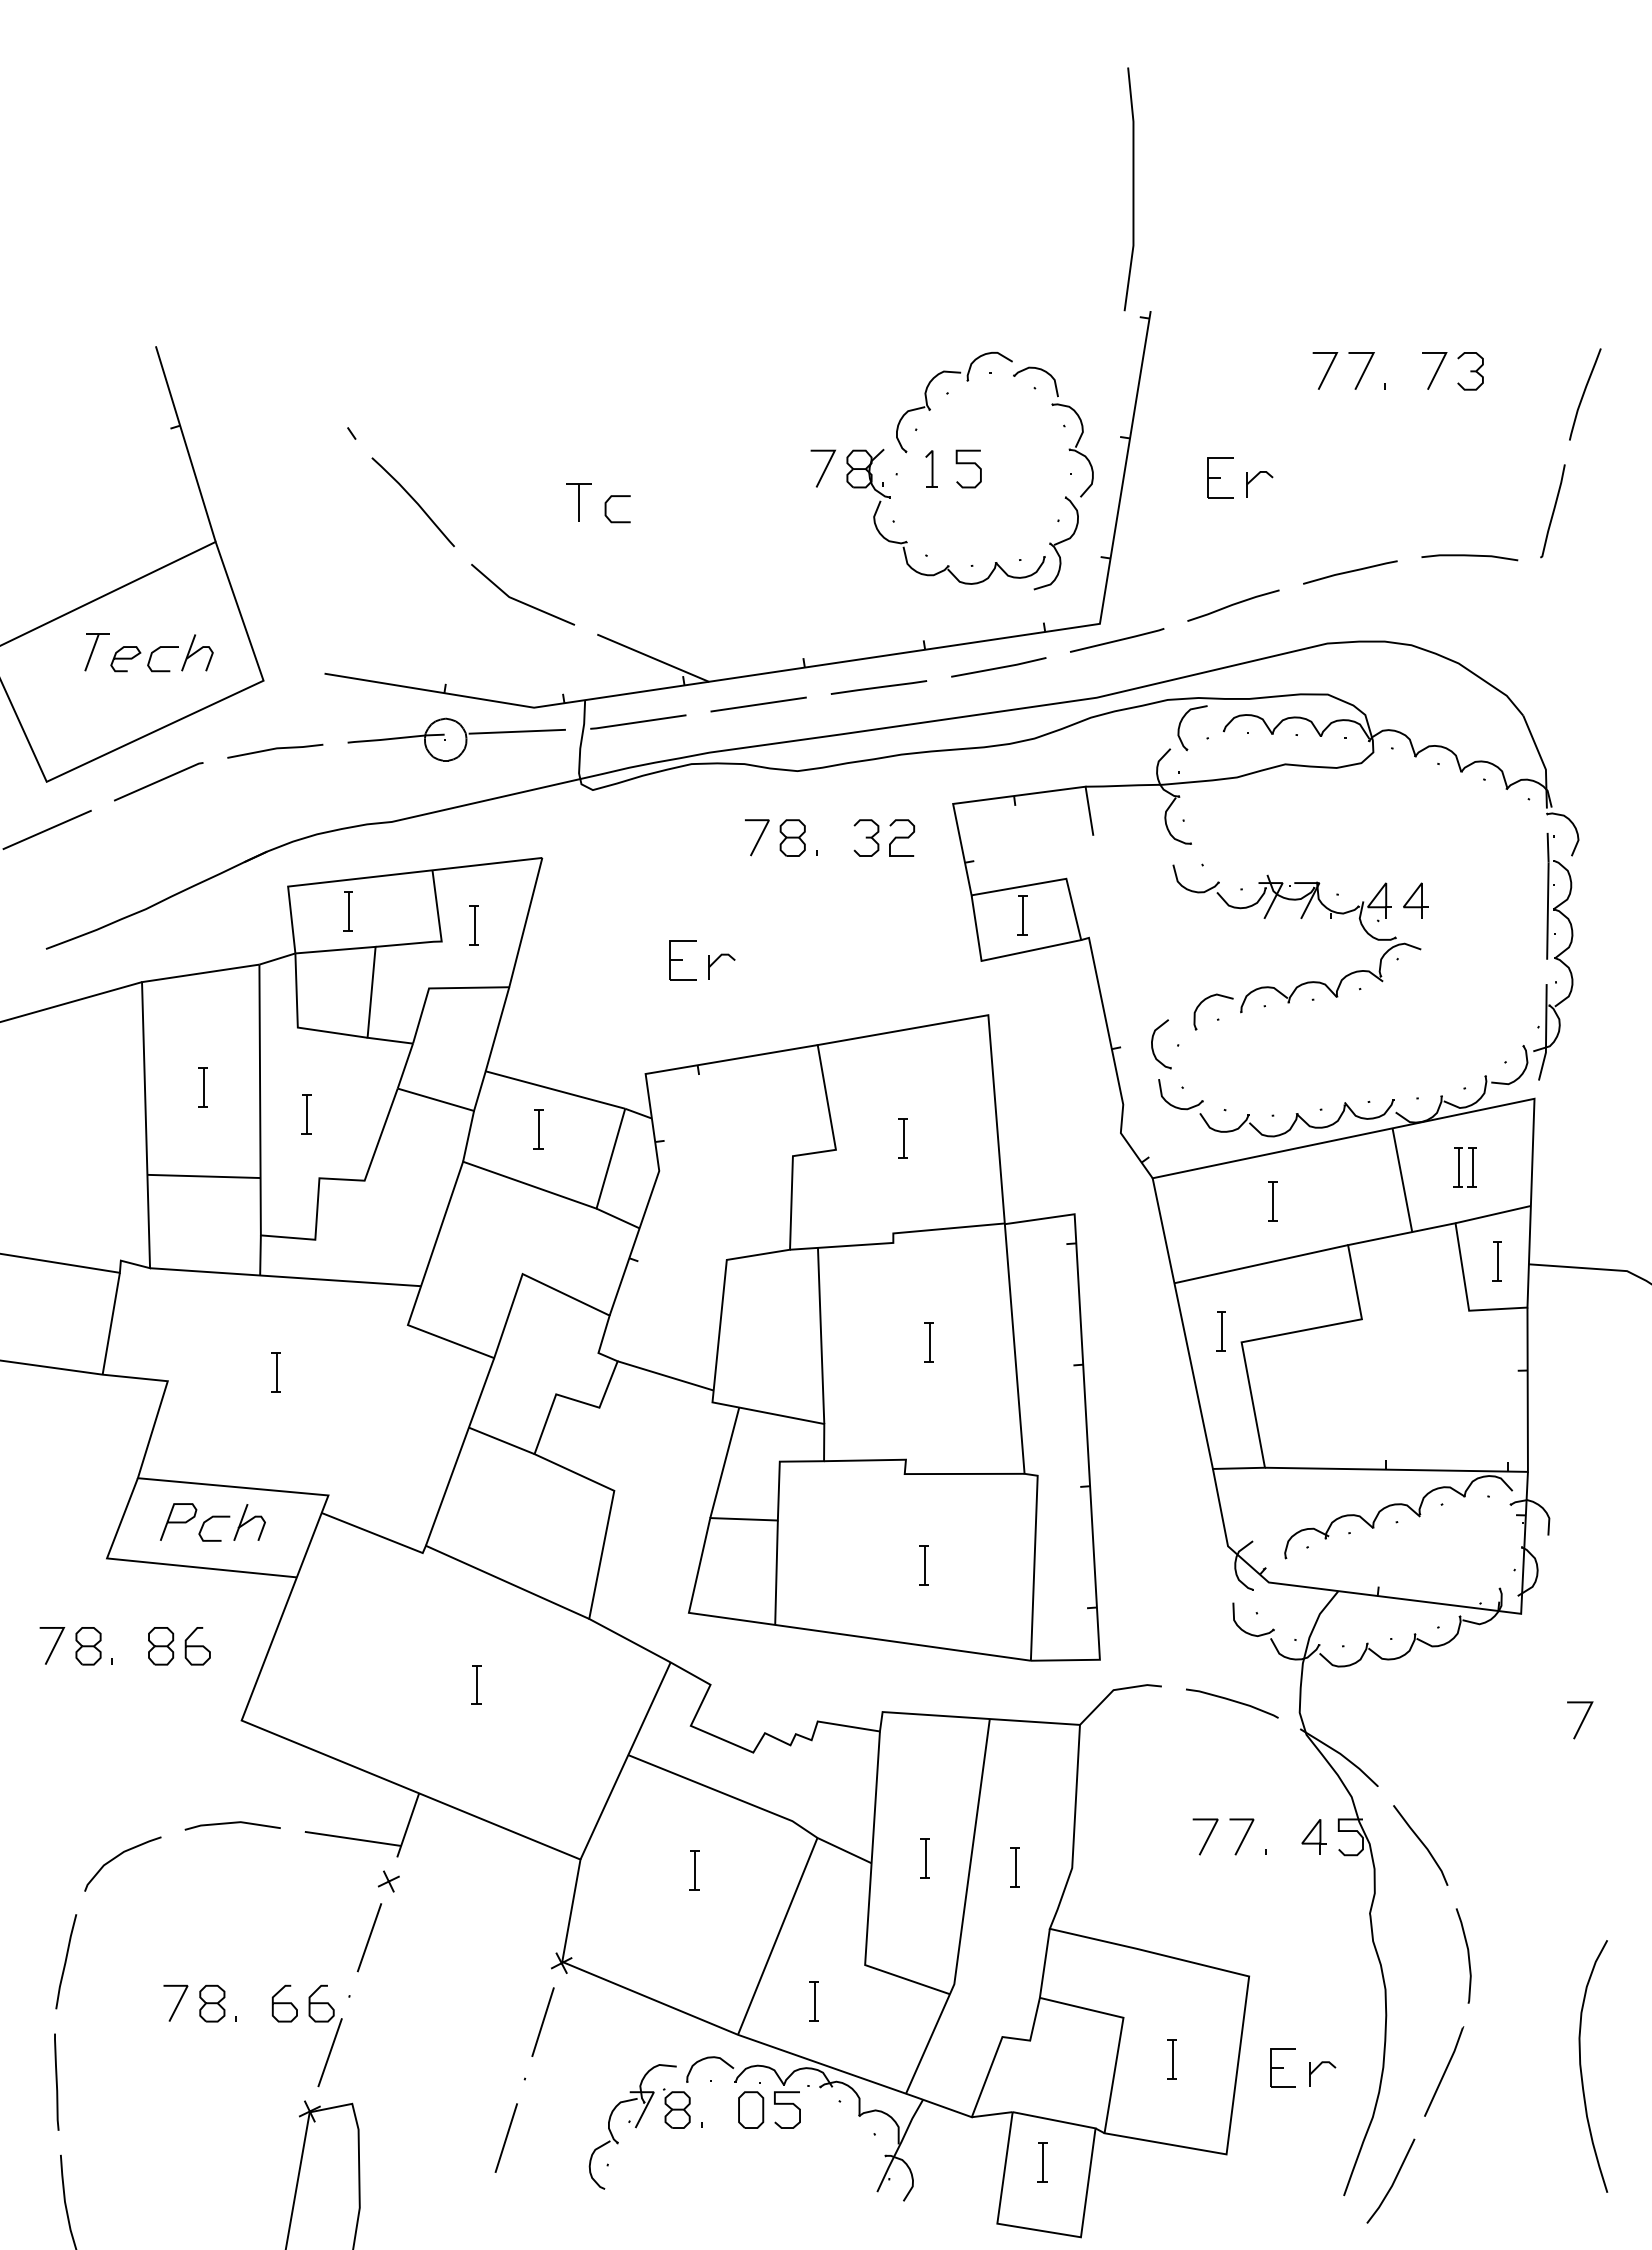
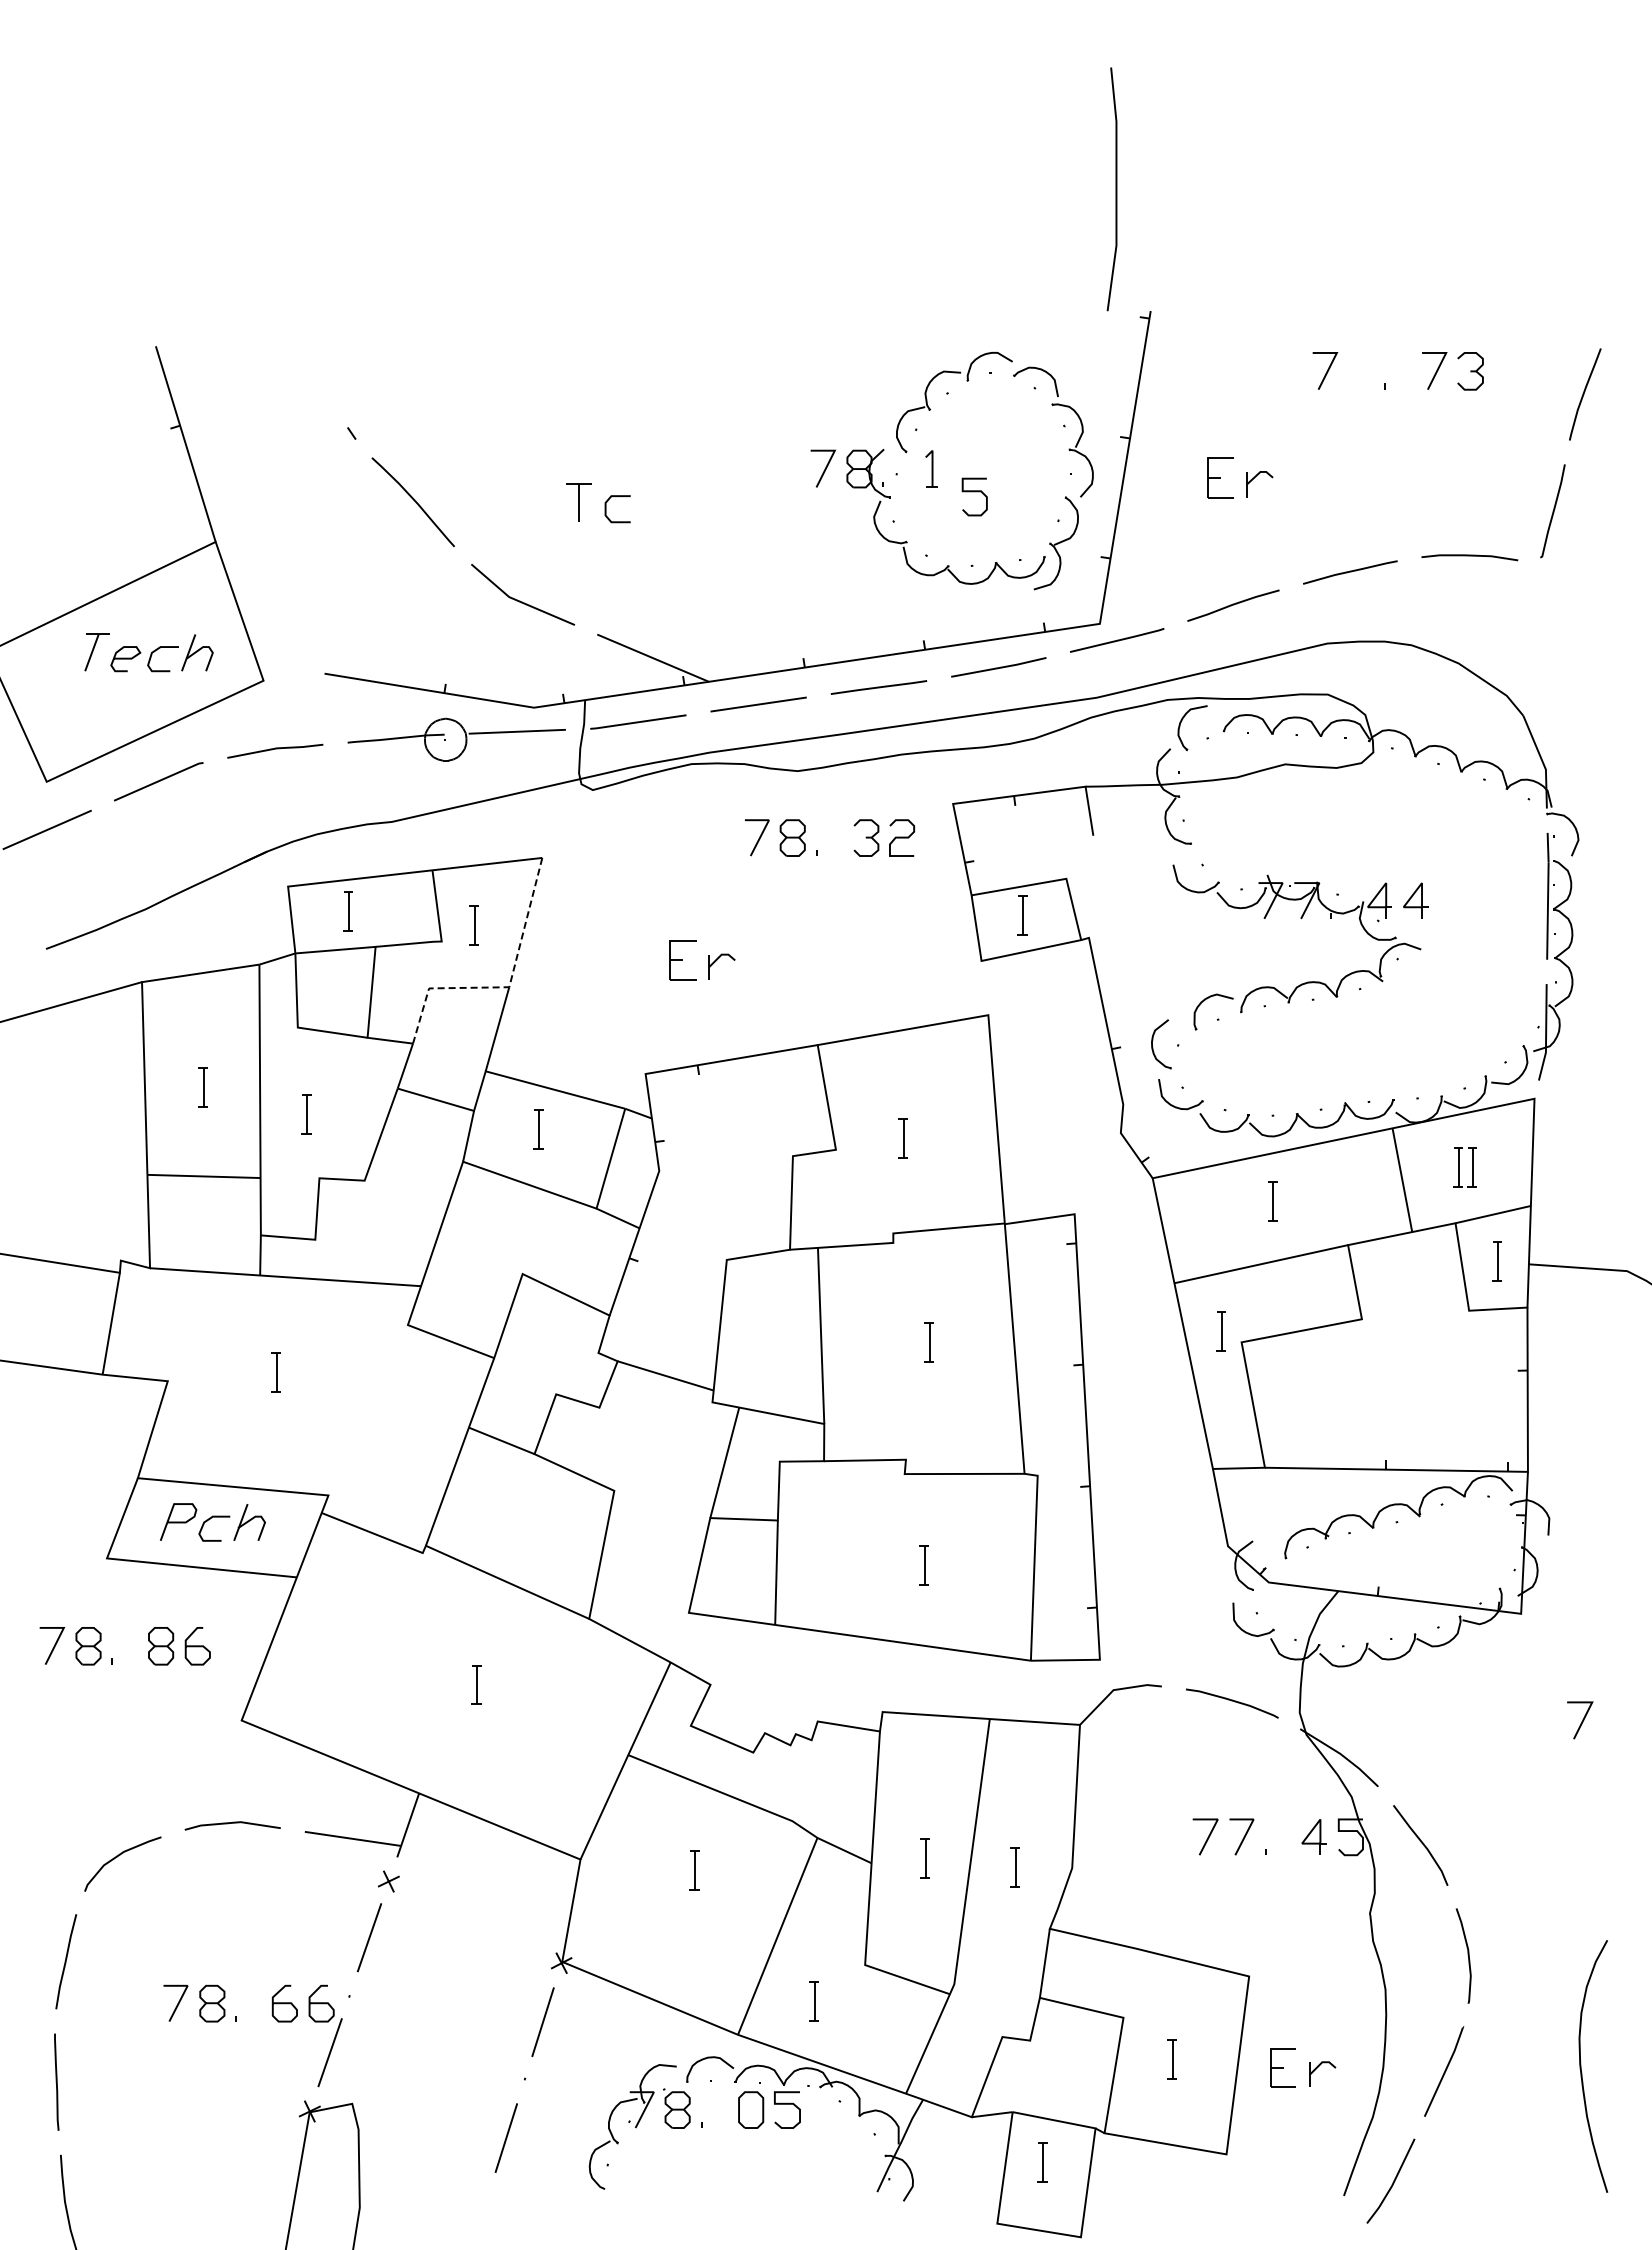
line at (1132, 189) position: (1132, 189) -> (1115, 189)
line at (1363, 370): present -> none
curve at (968, 464) position: (968, 464) -> (974, 492)
line at (507, 987): solid -> dashed
